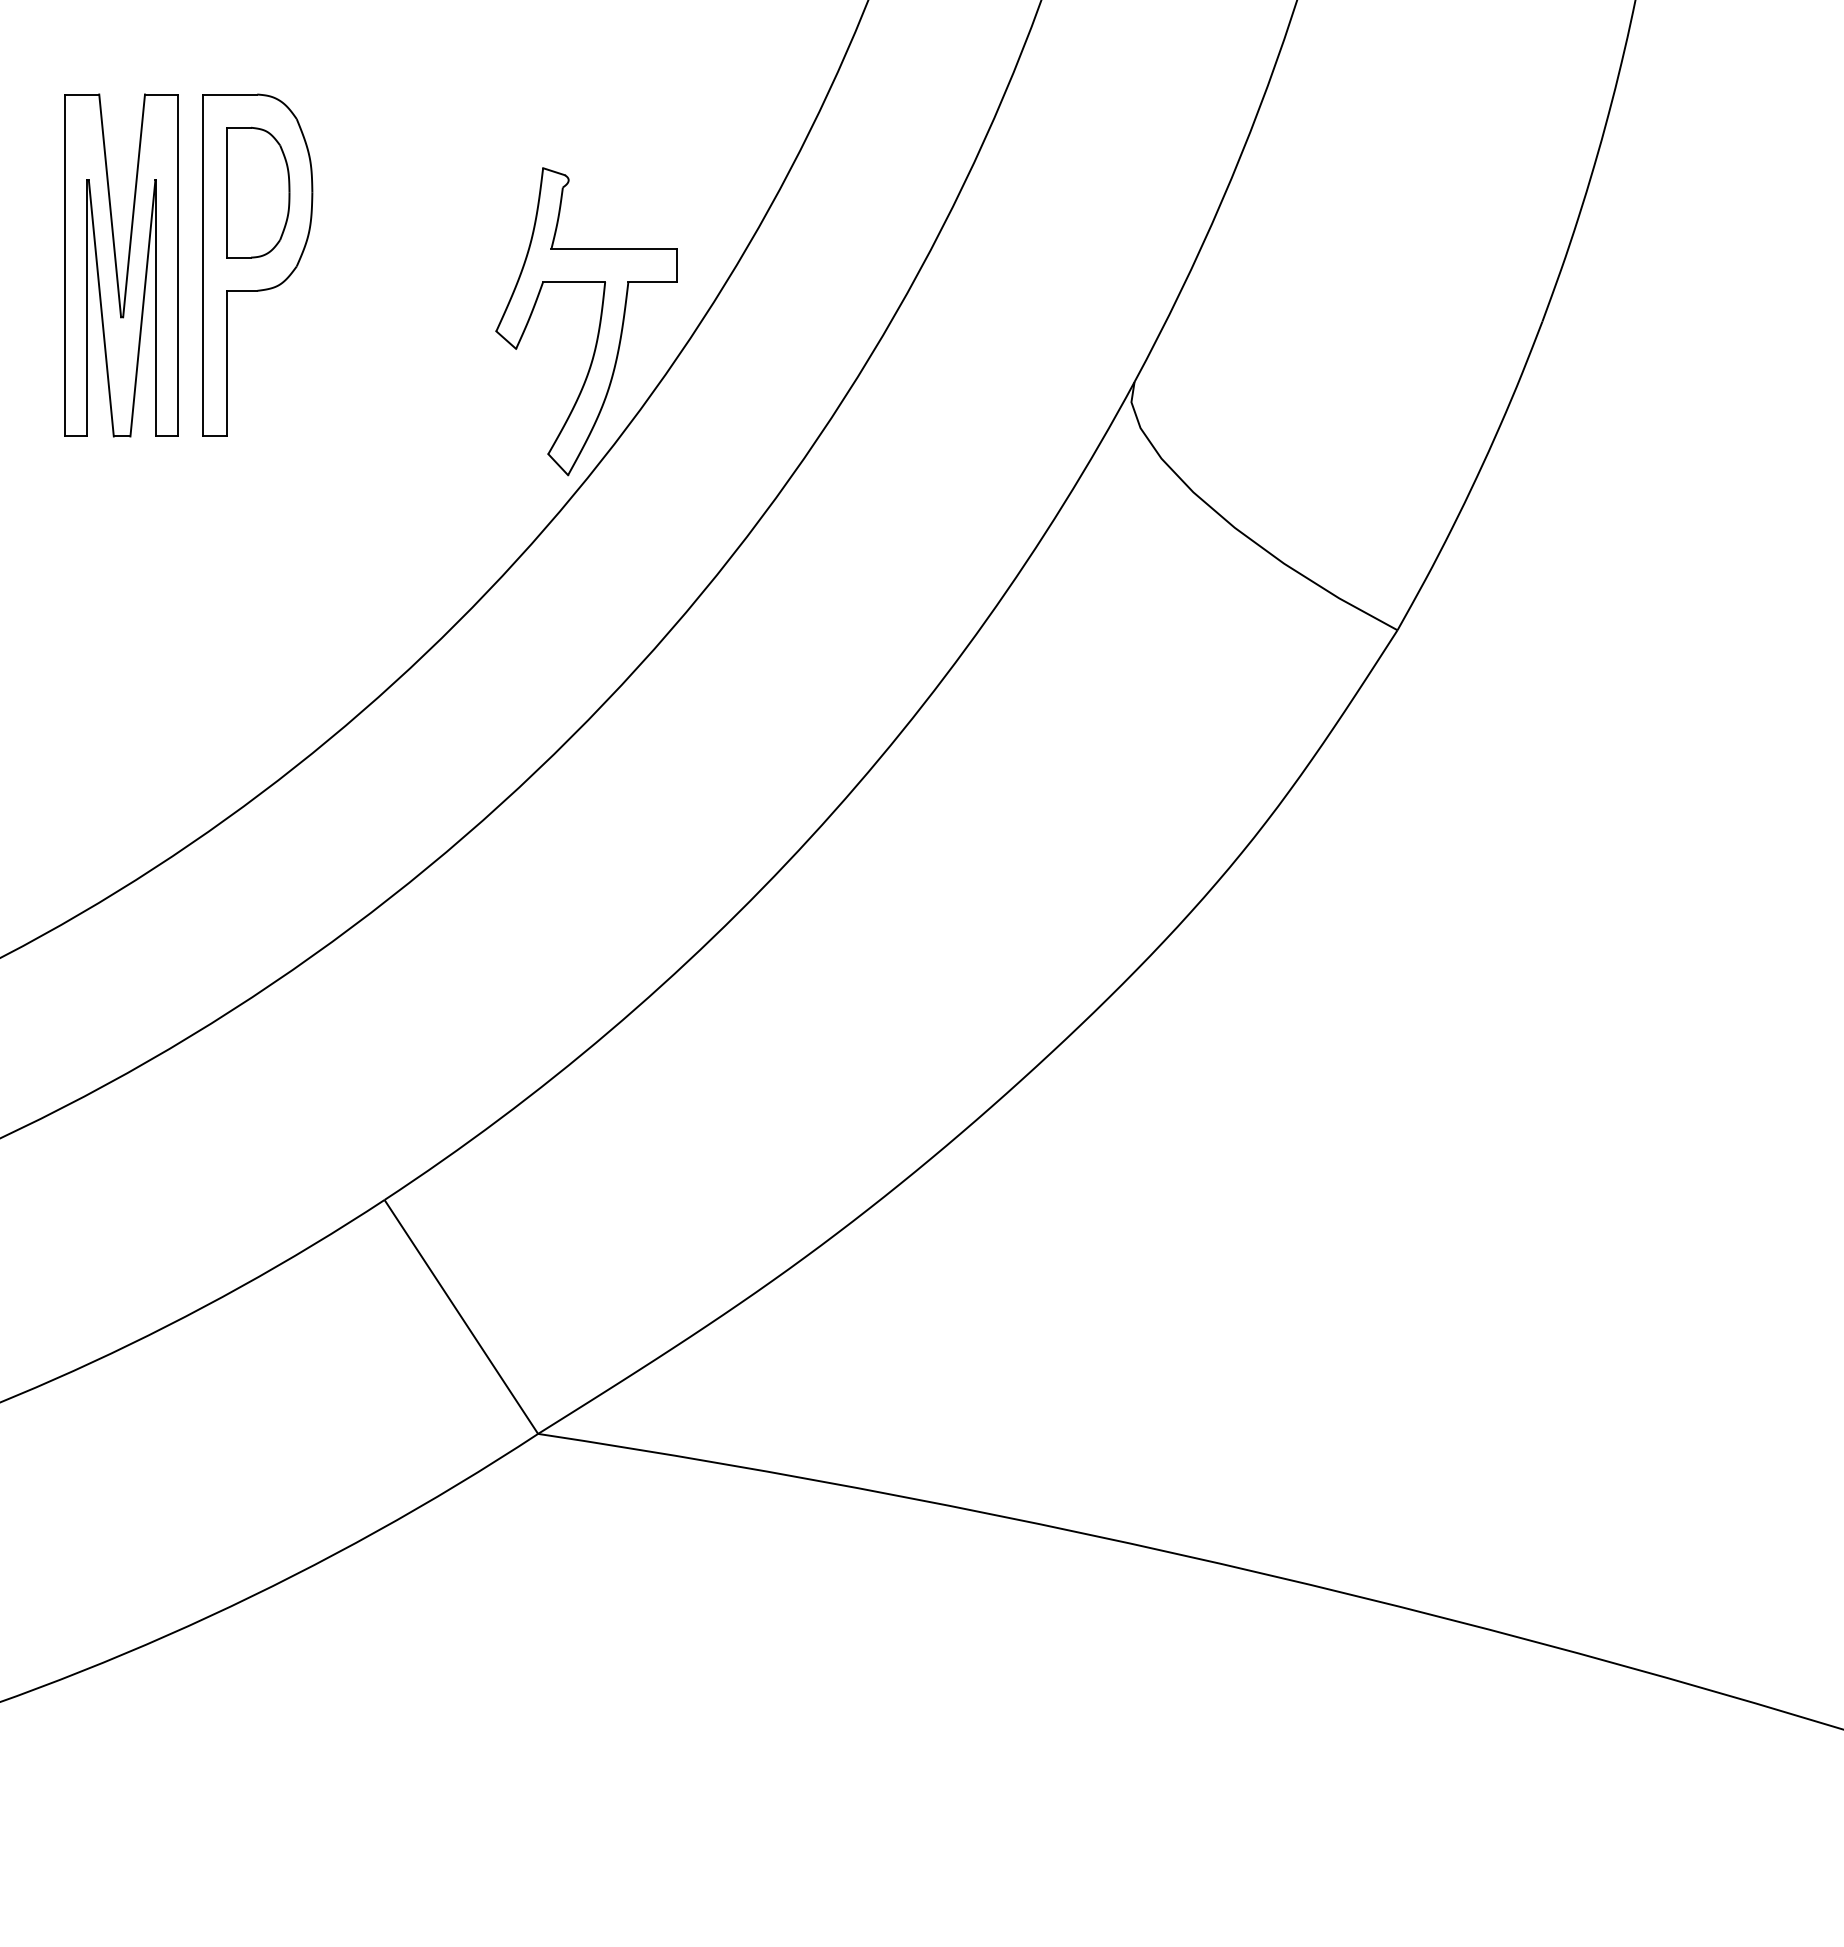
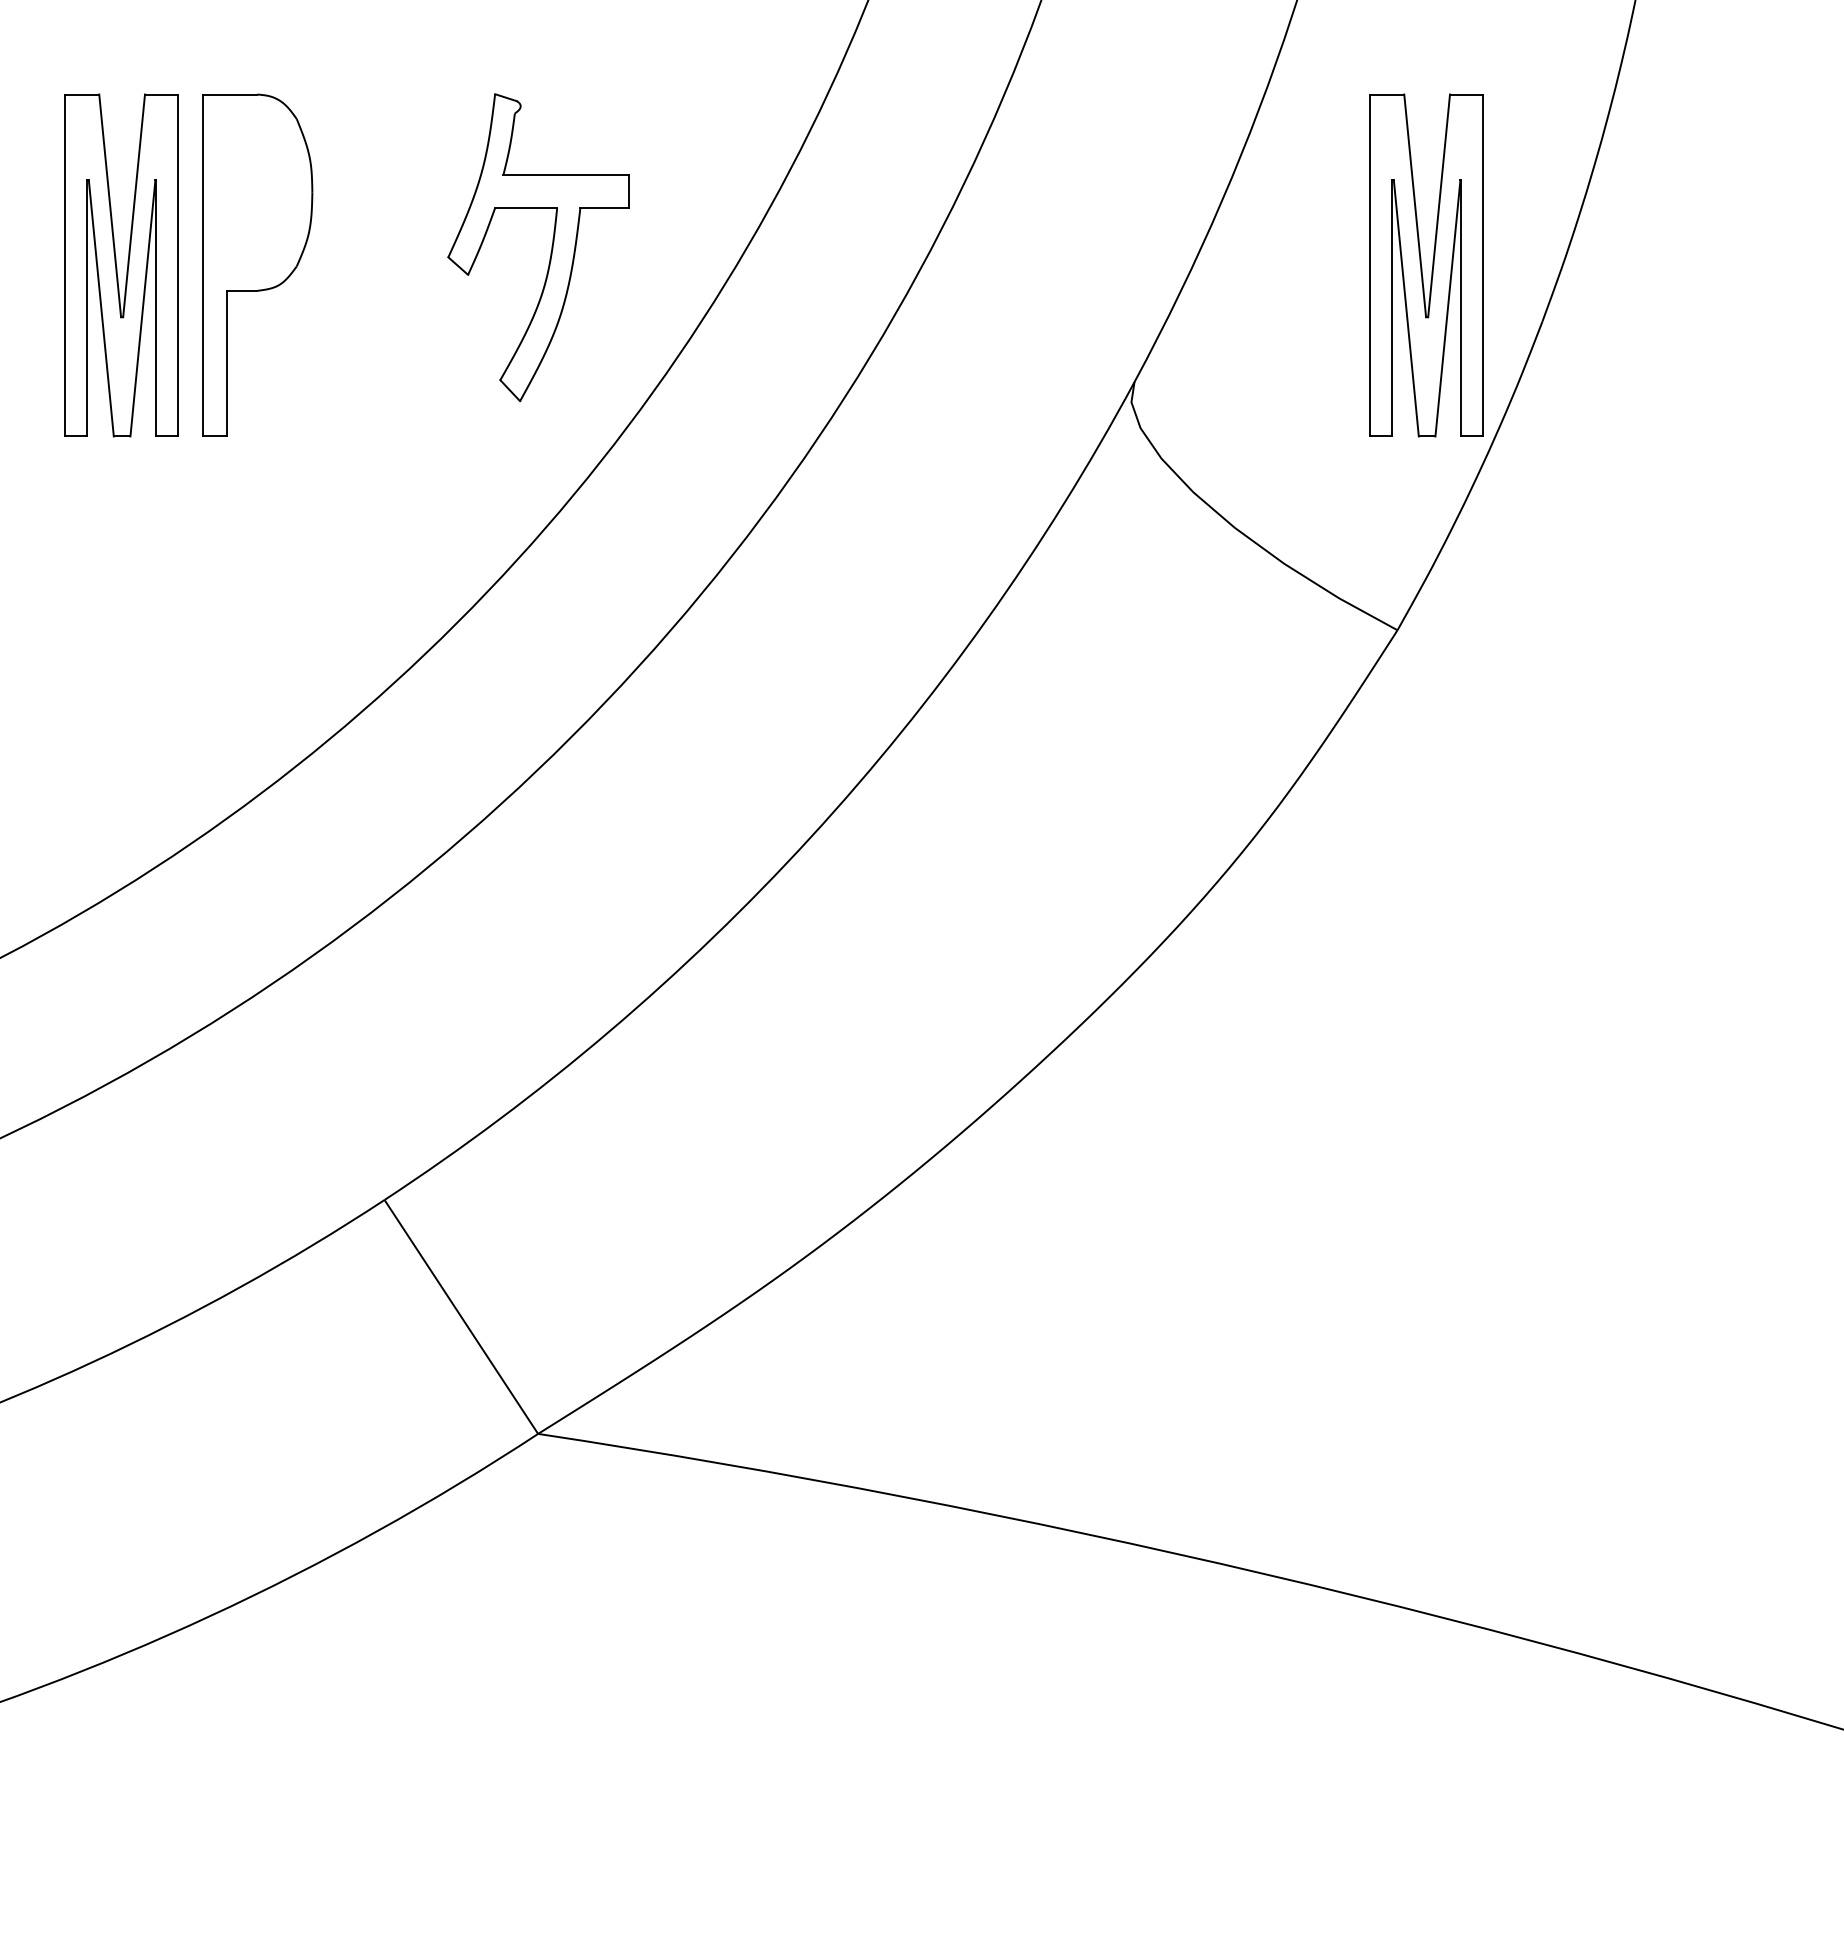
part at (258, 192): present -> none
part at (1426, 265): none -> present
part at (599, 321) position: (599, 321) -> (551, 247)
